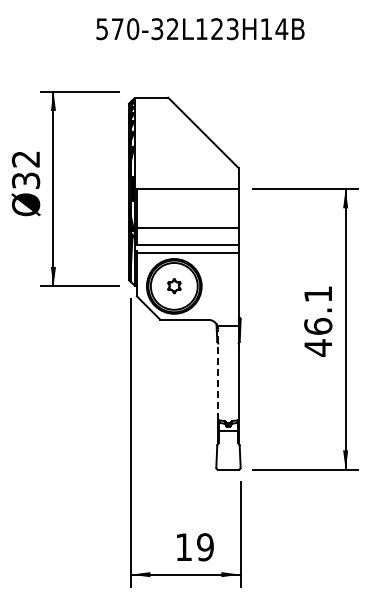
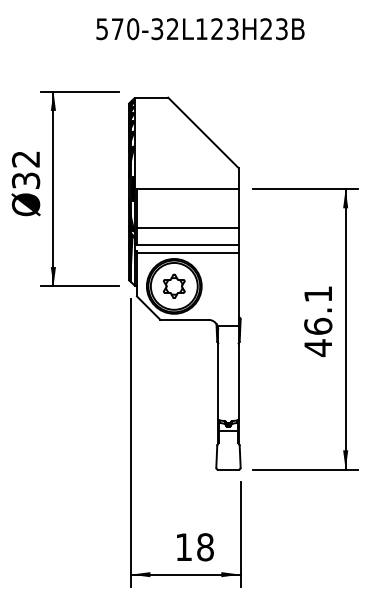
text at (274, 29): 570-32L123H14B -> 570-32L123H23B
part at (174, 286) size: 15x17 px -> 23x26 px
line at (218, 374): dashed -> solid
text at (205, 547): 19 -> 18
